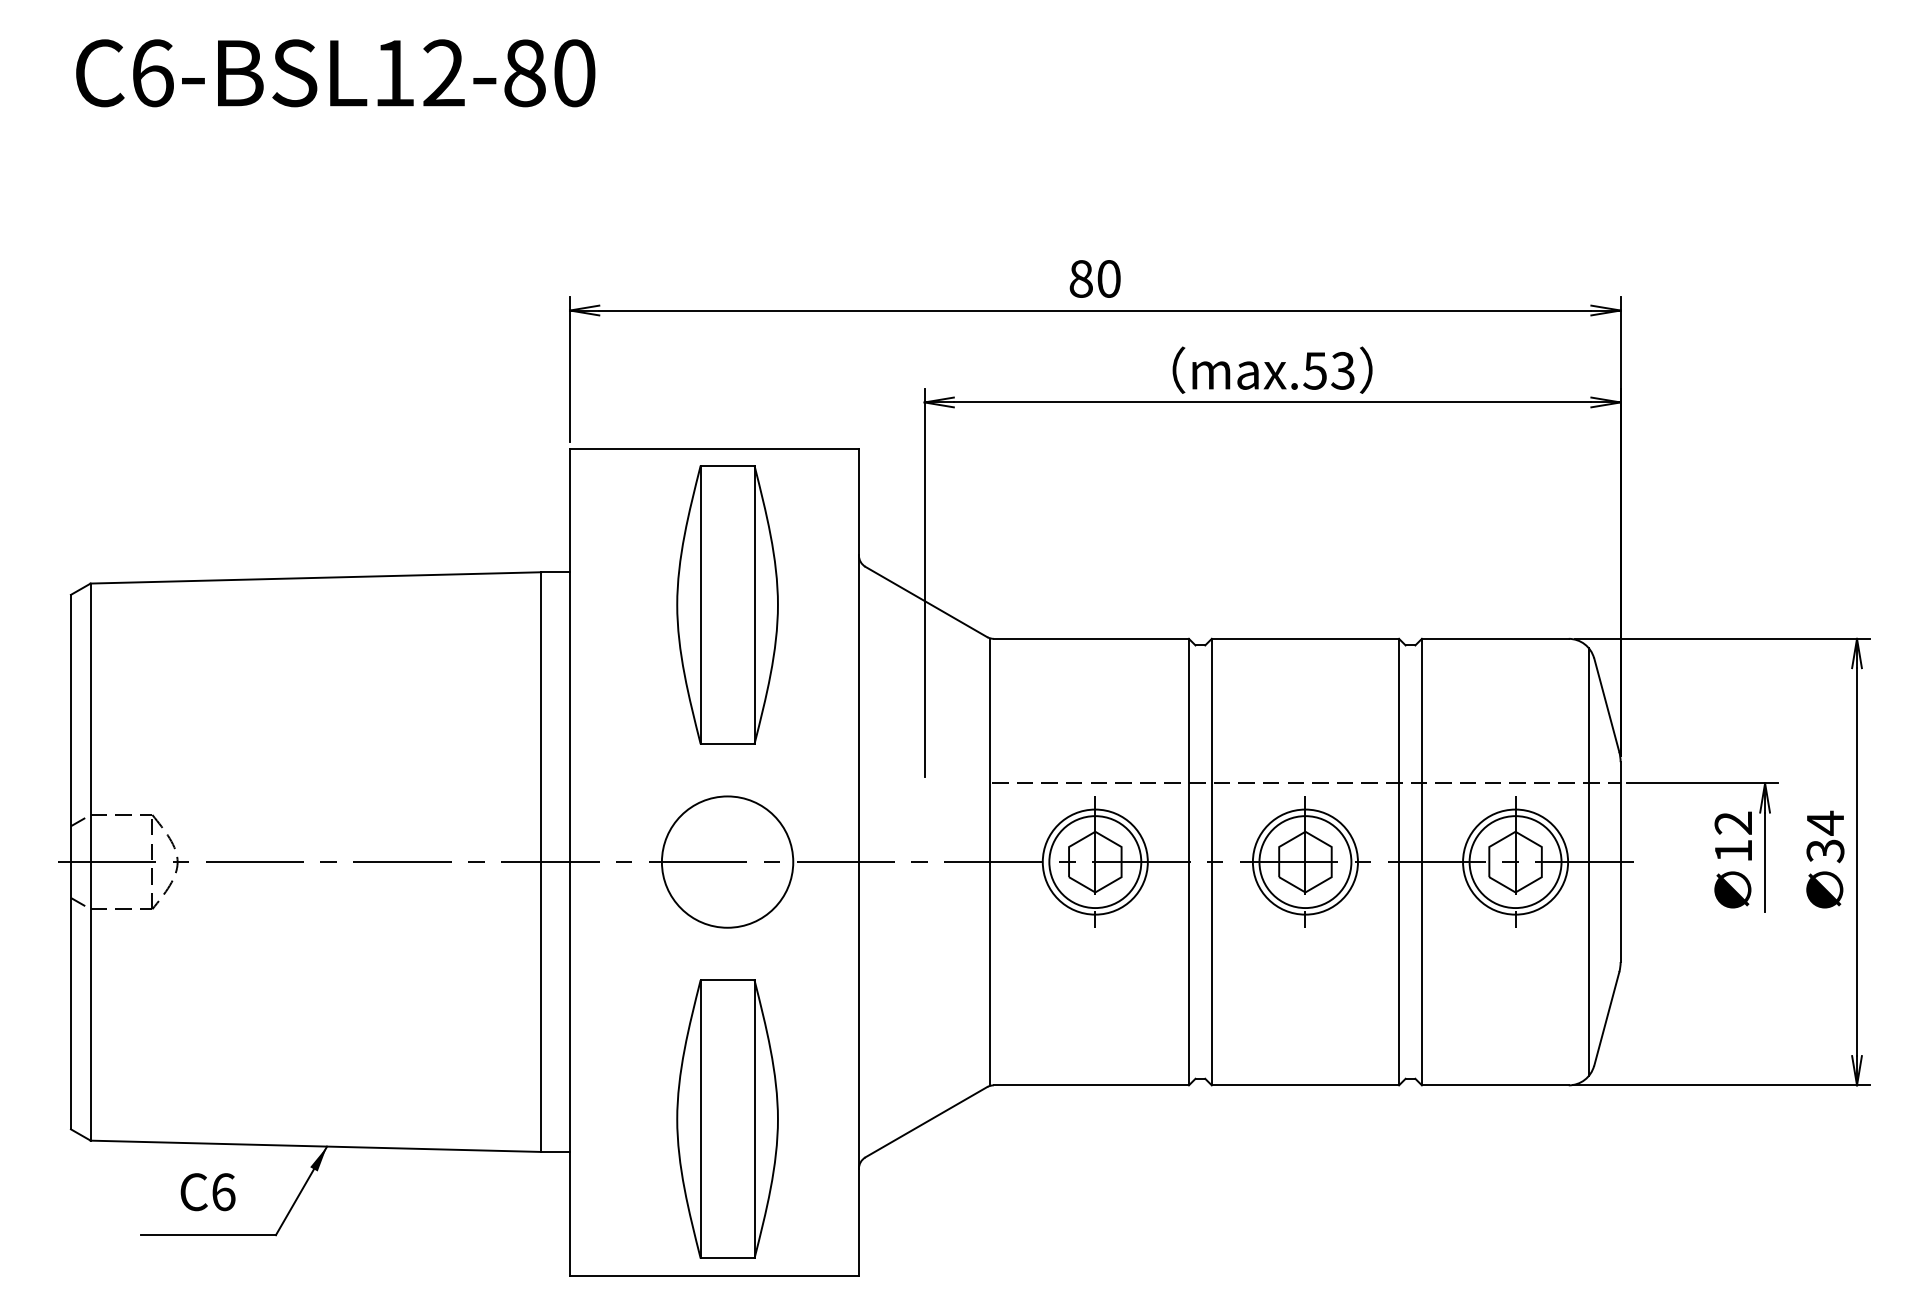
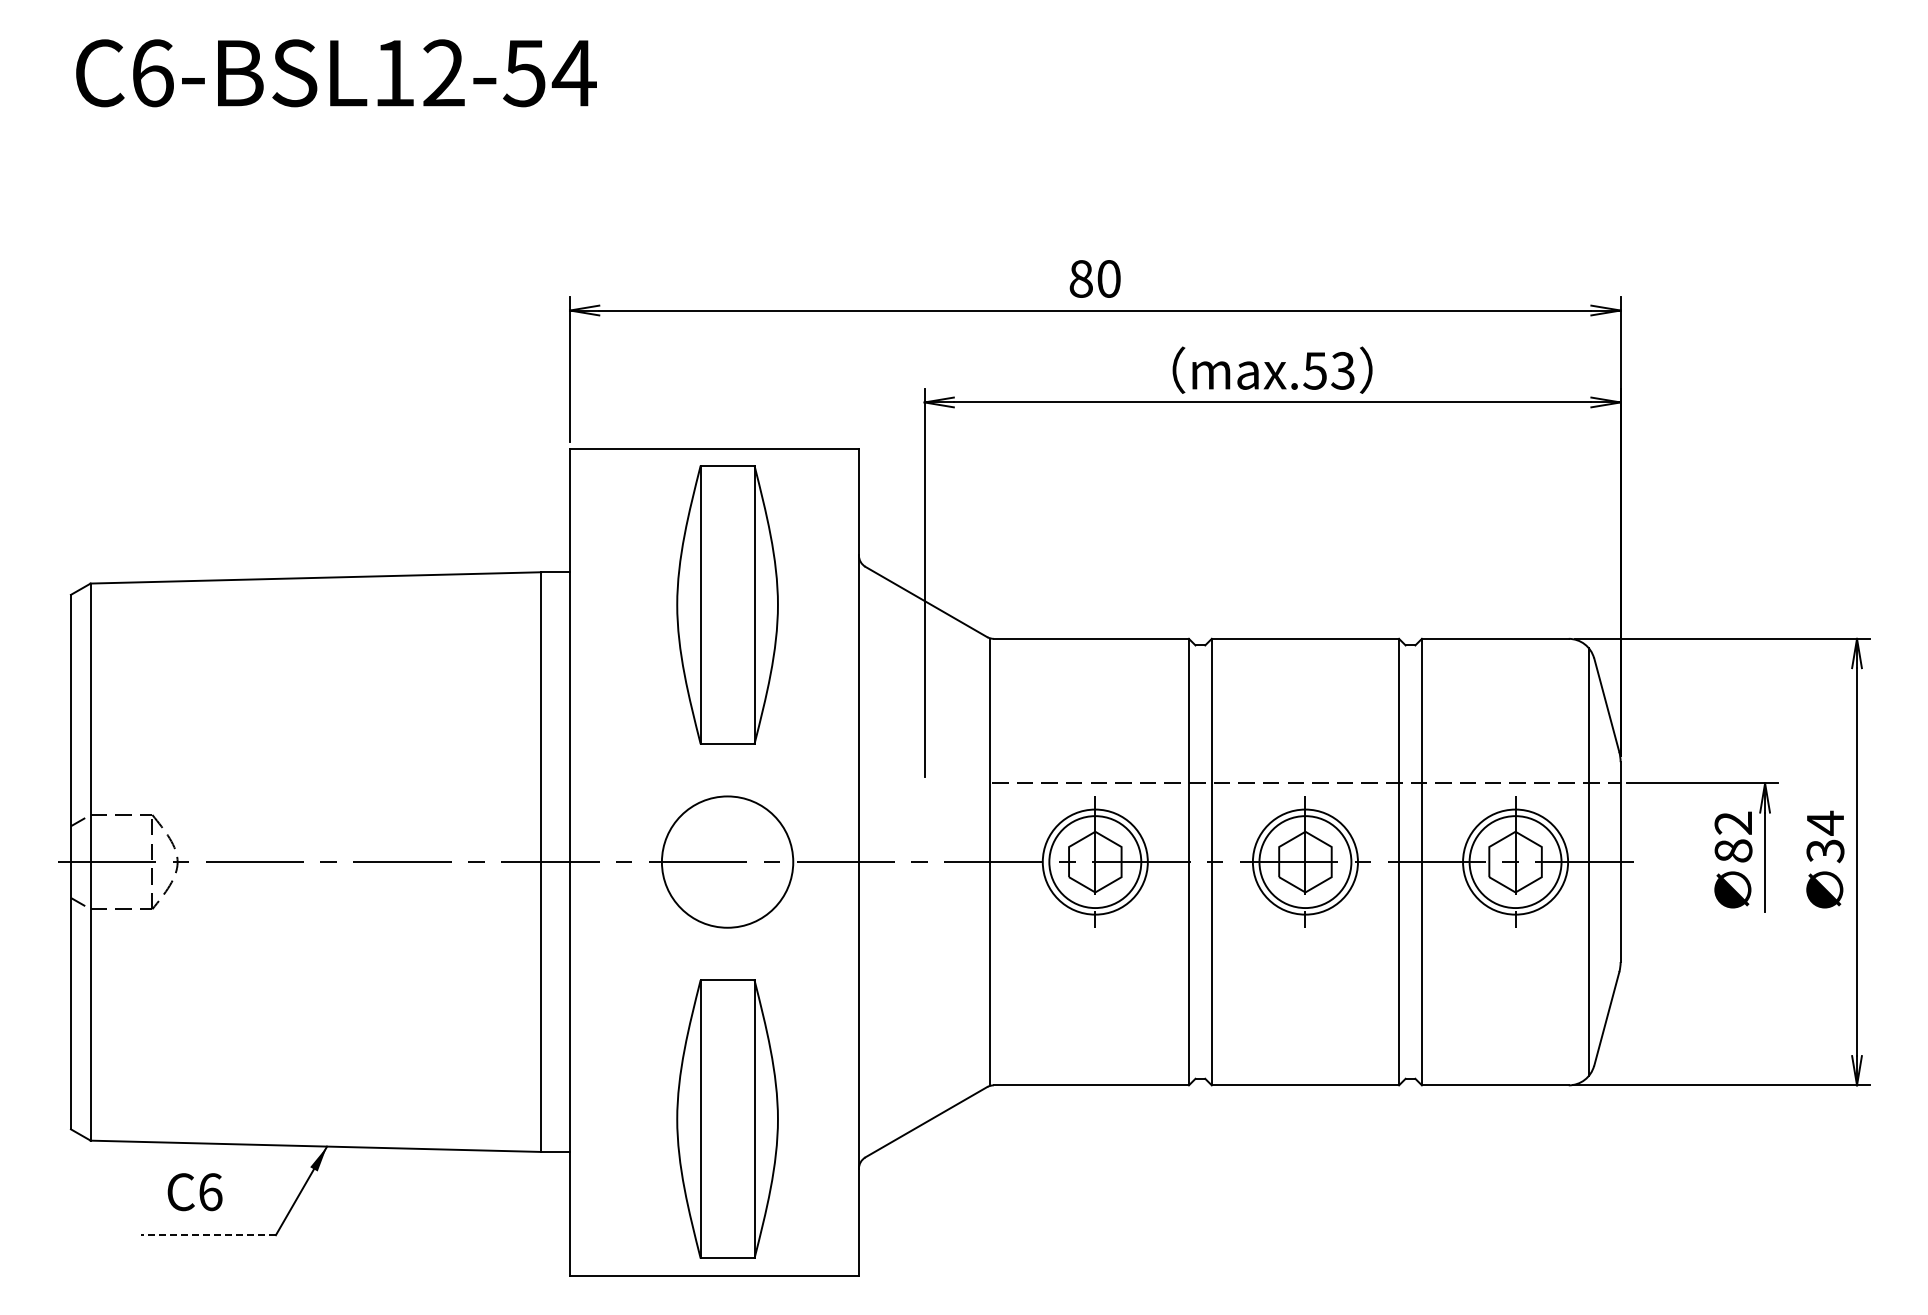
text at (549, 73): C6-BSL12-80 -> C6-BSL12-54
text at (1733, 850): 12 -> 82
text at (207, 1192) position: (207, 1192) -> (194, 1192)
line at (208, 1235): solid -> dashed
